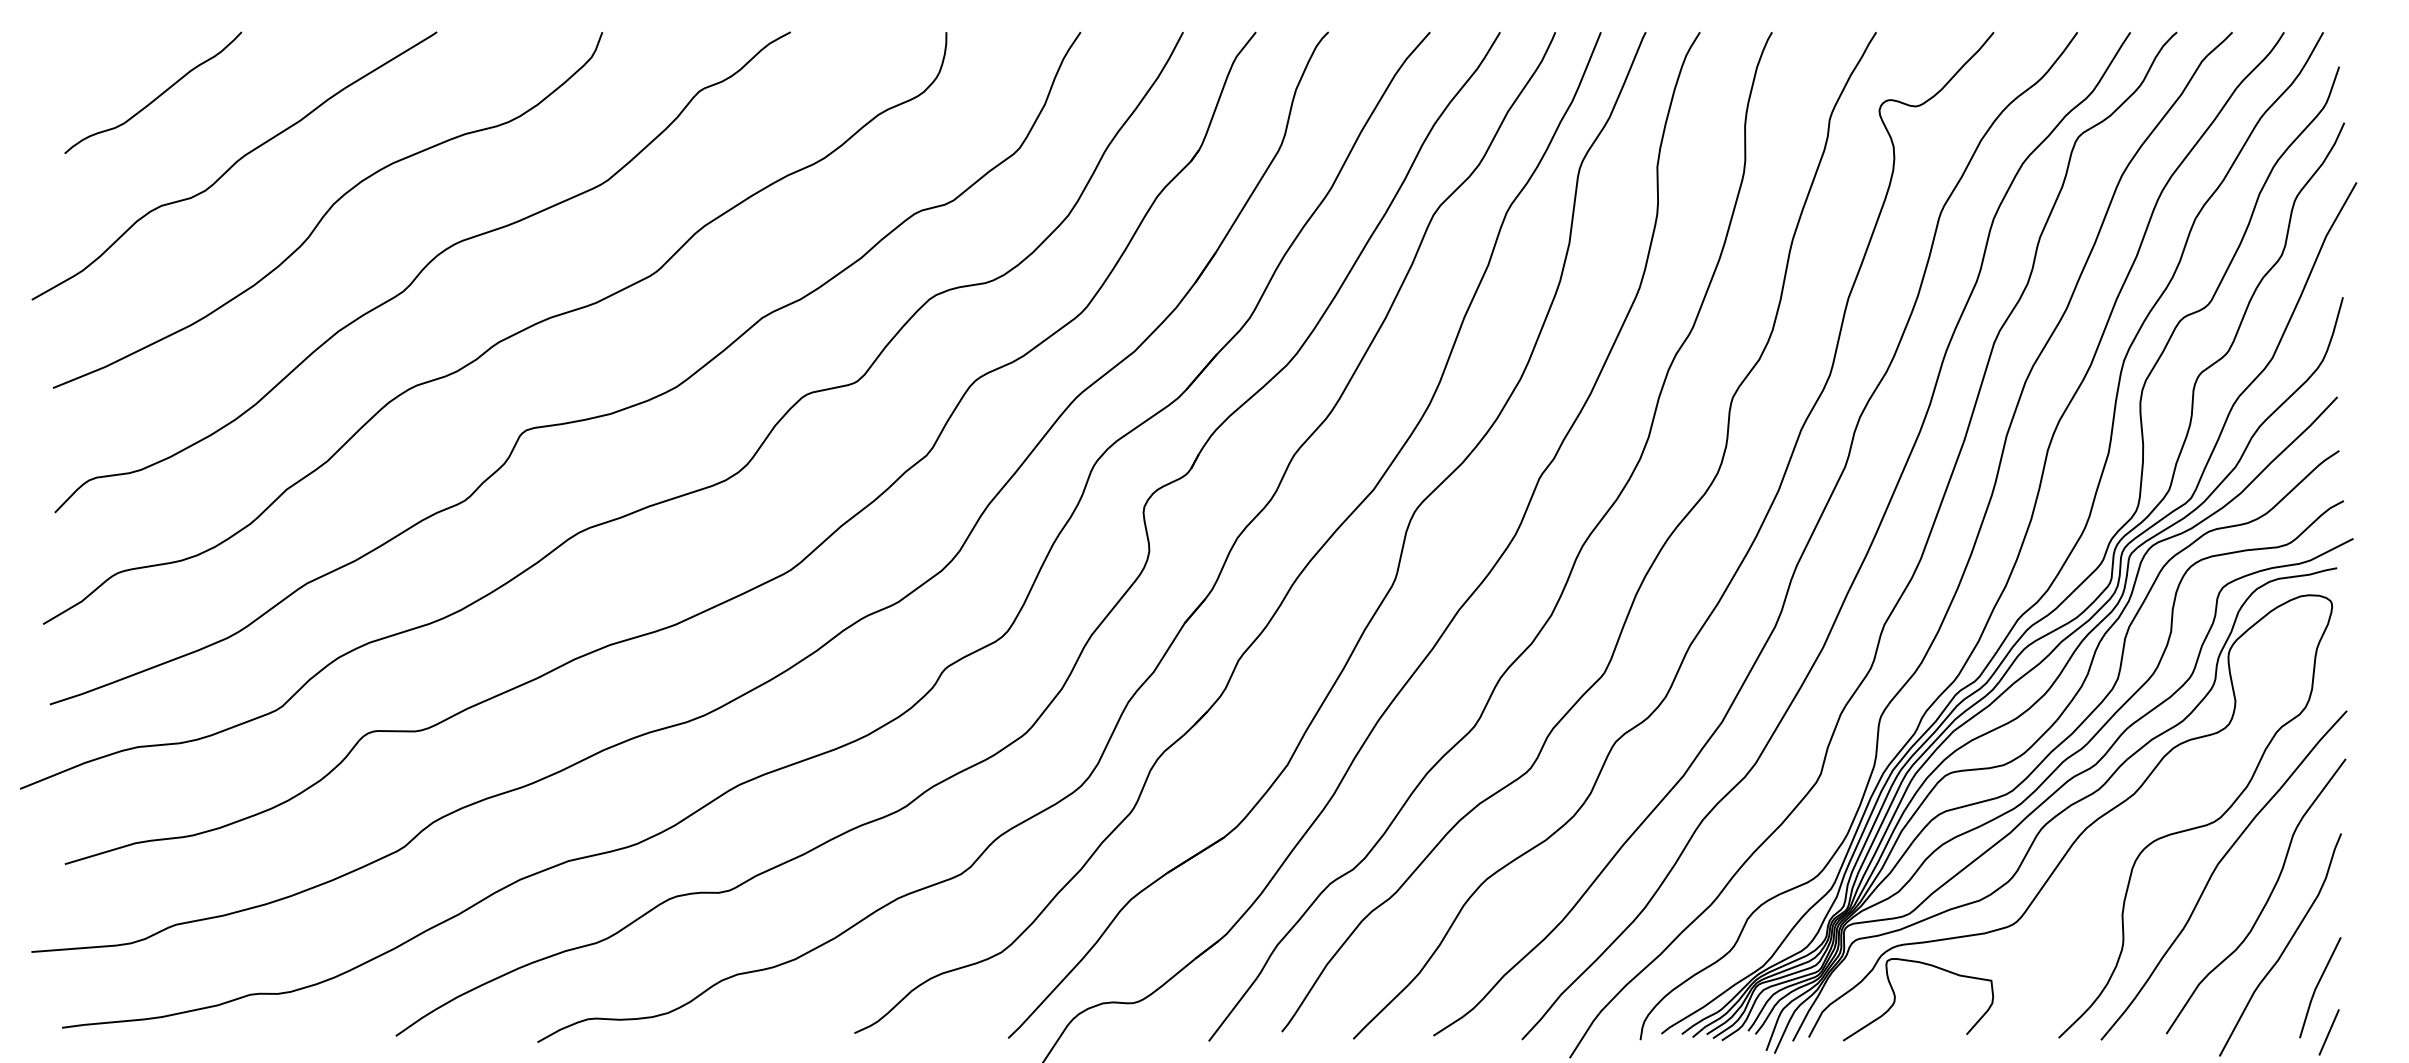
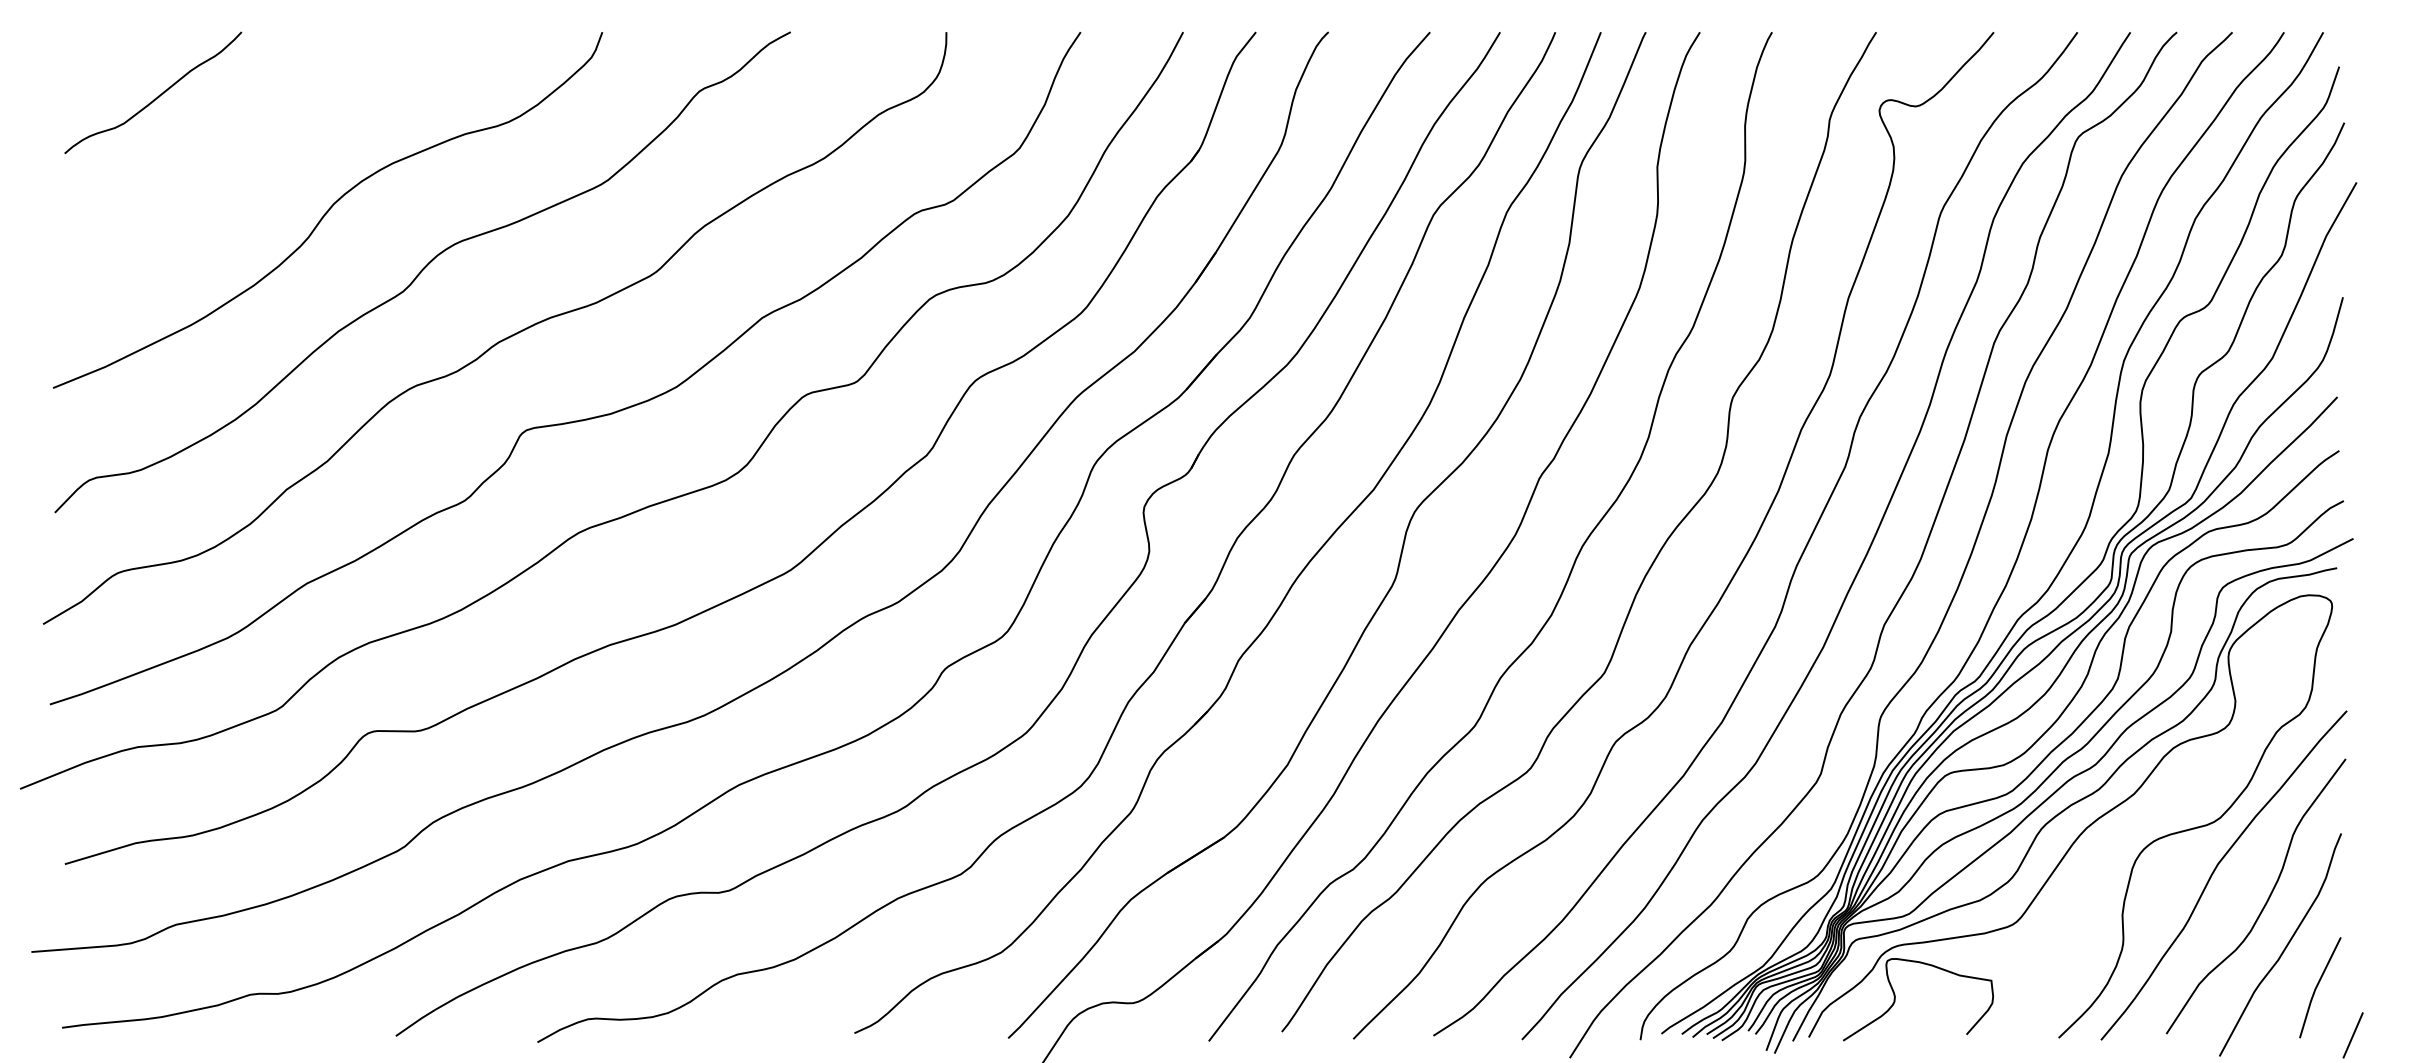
curve at (234, 165): present -> none
line at (2328, 1032) position: (2328, 1032) -> (2352, 1035)
